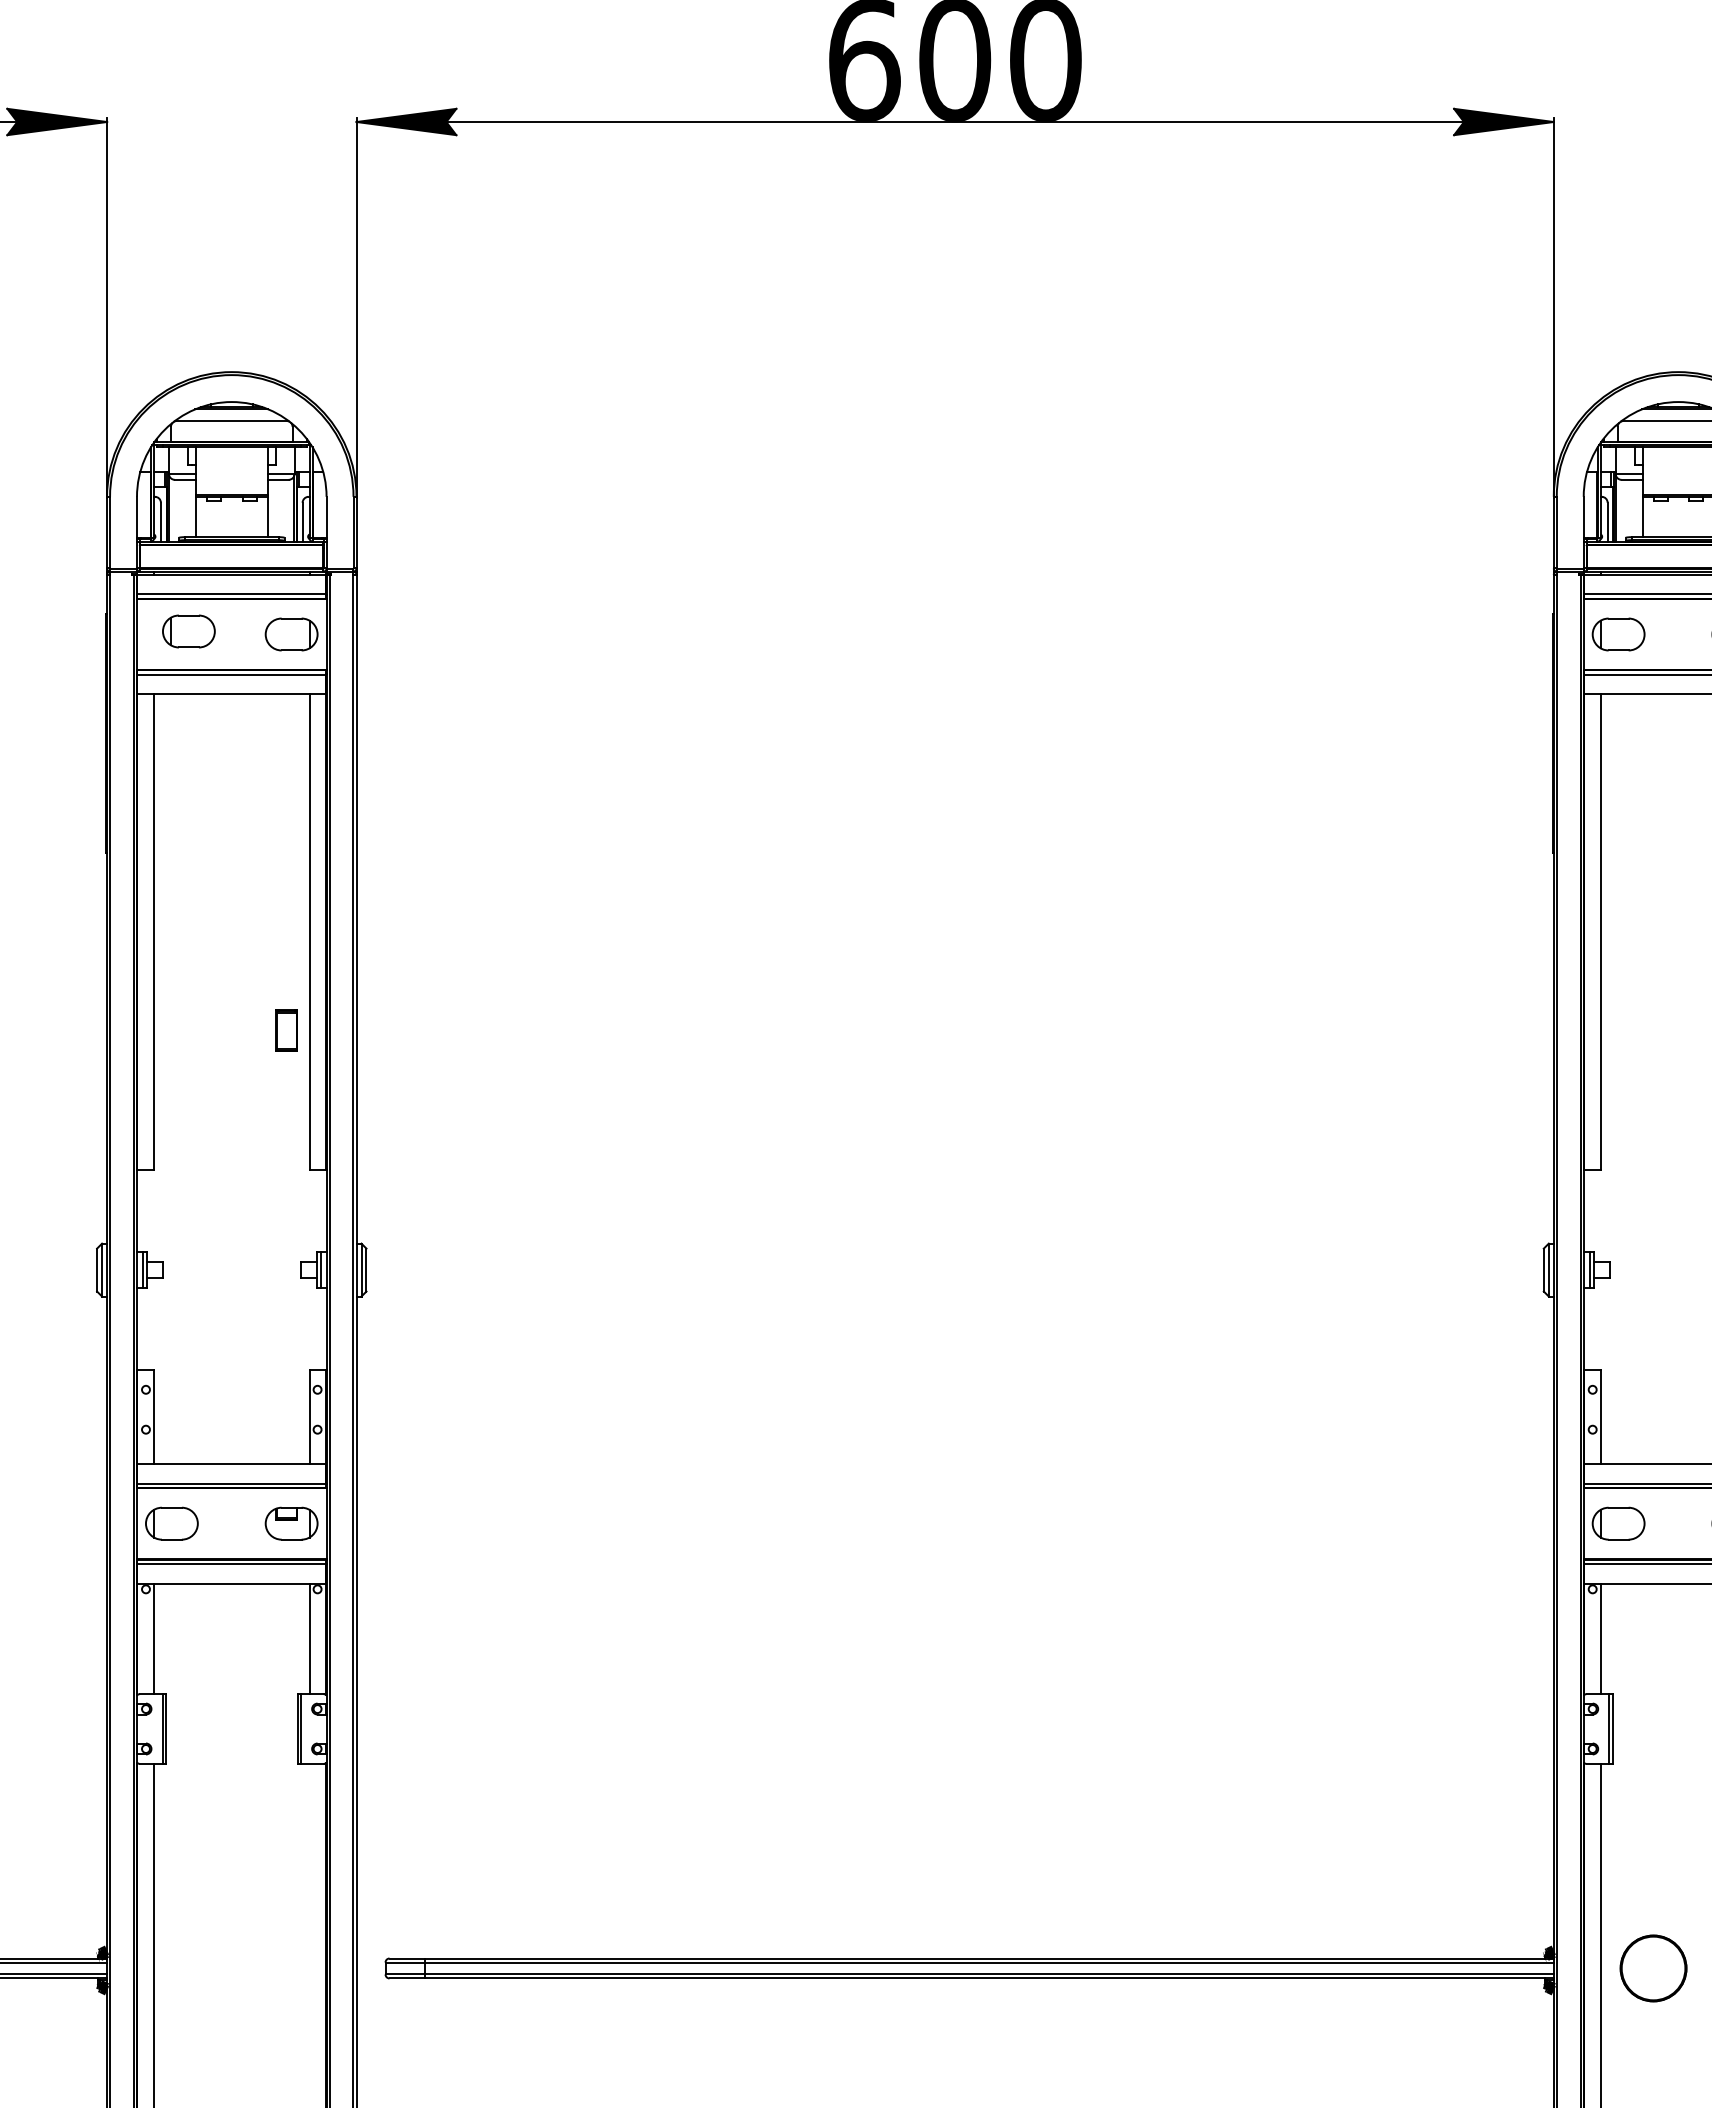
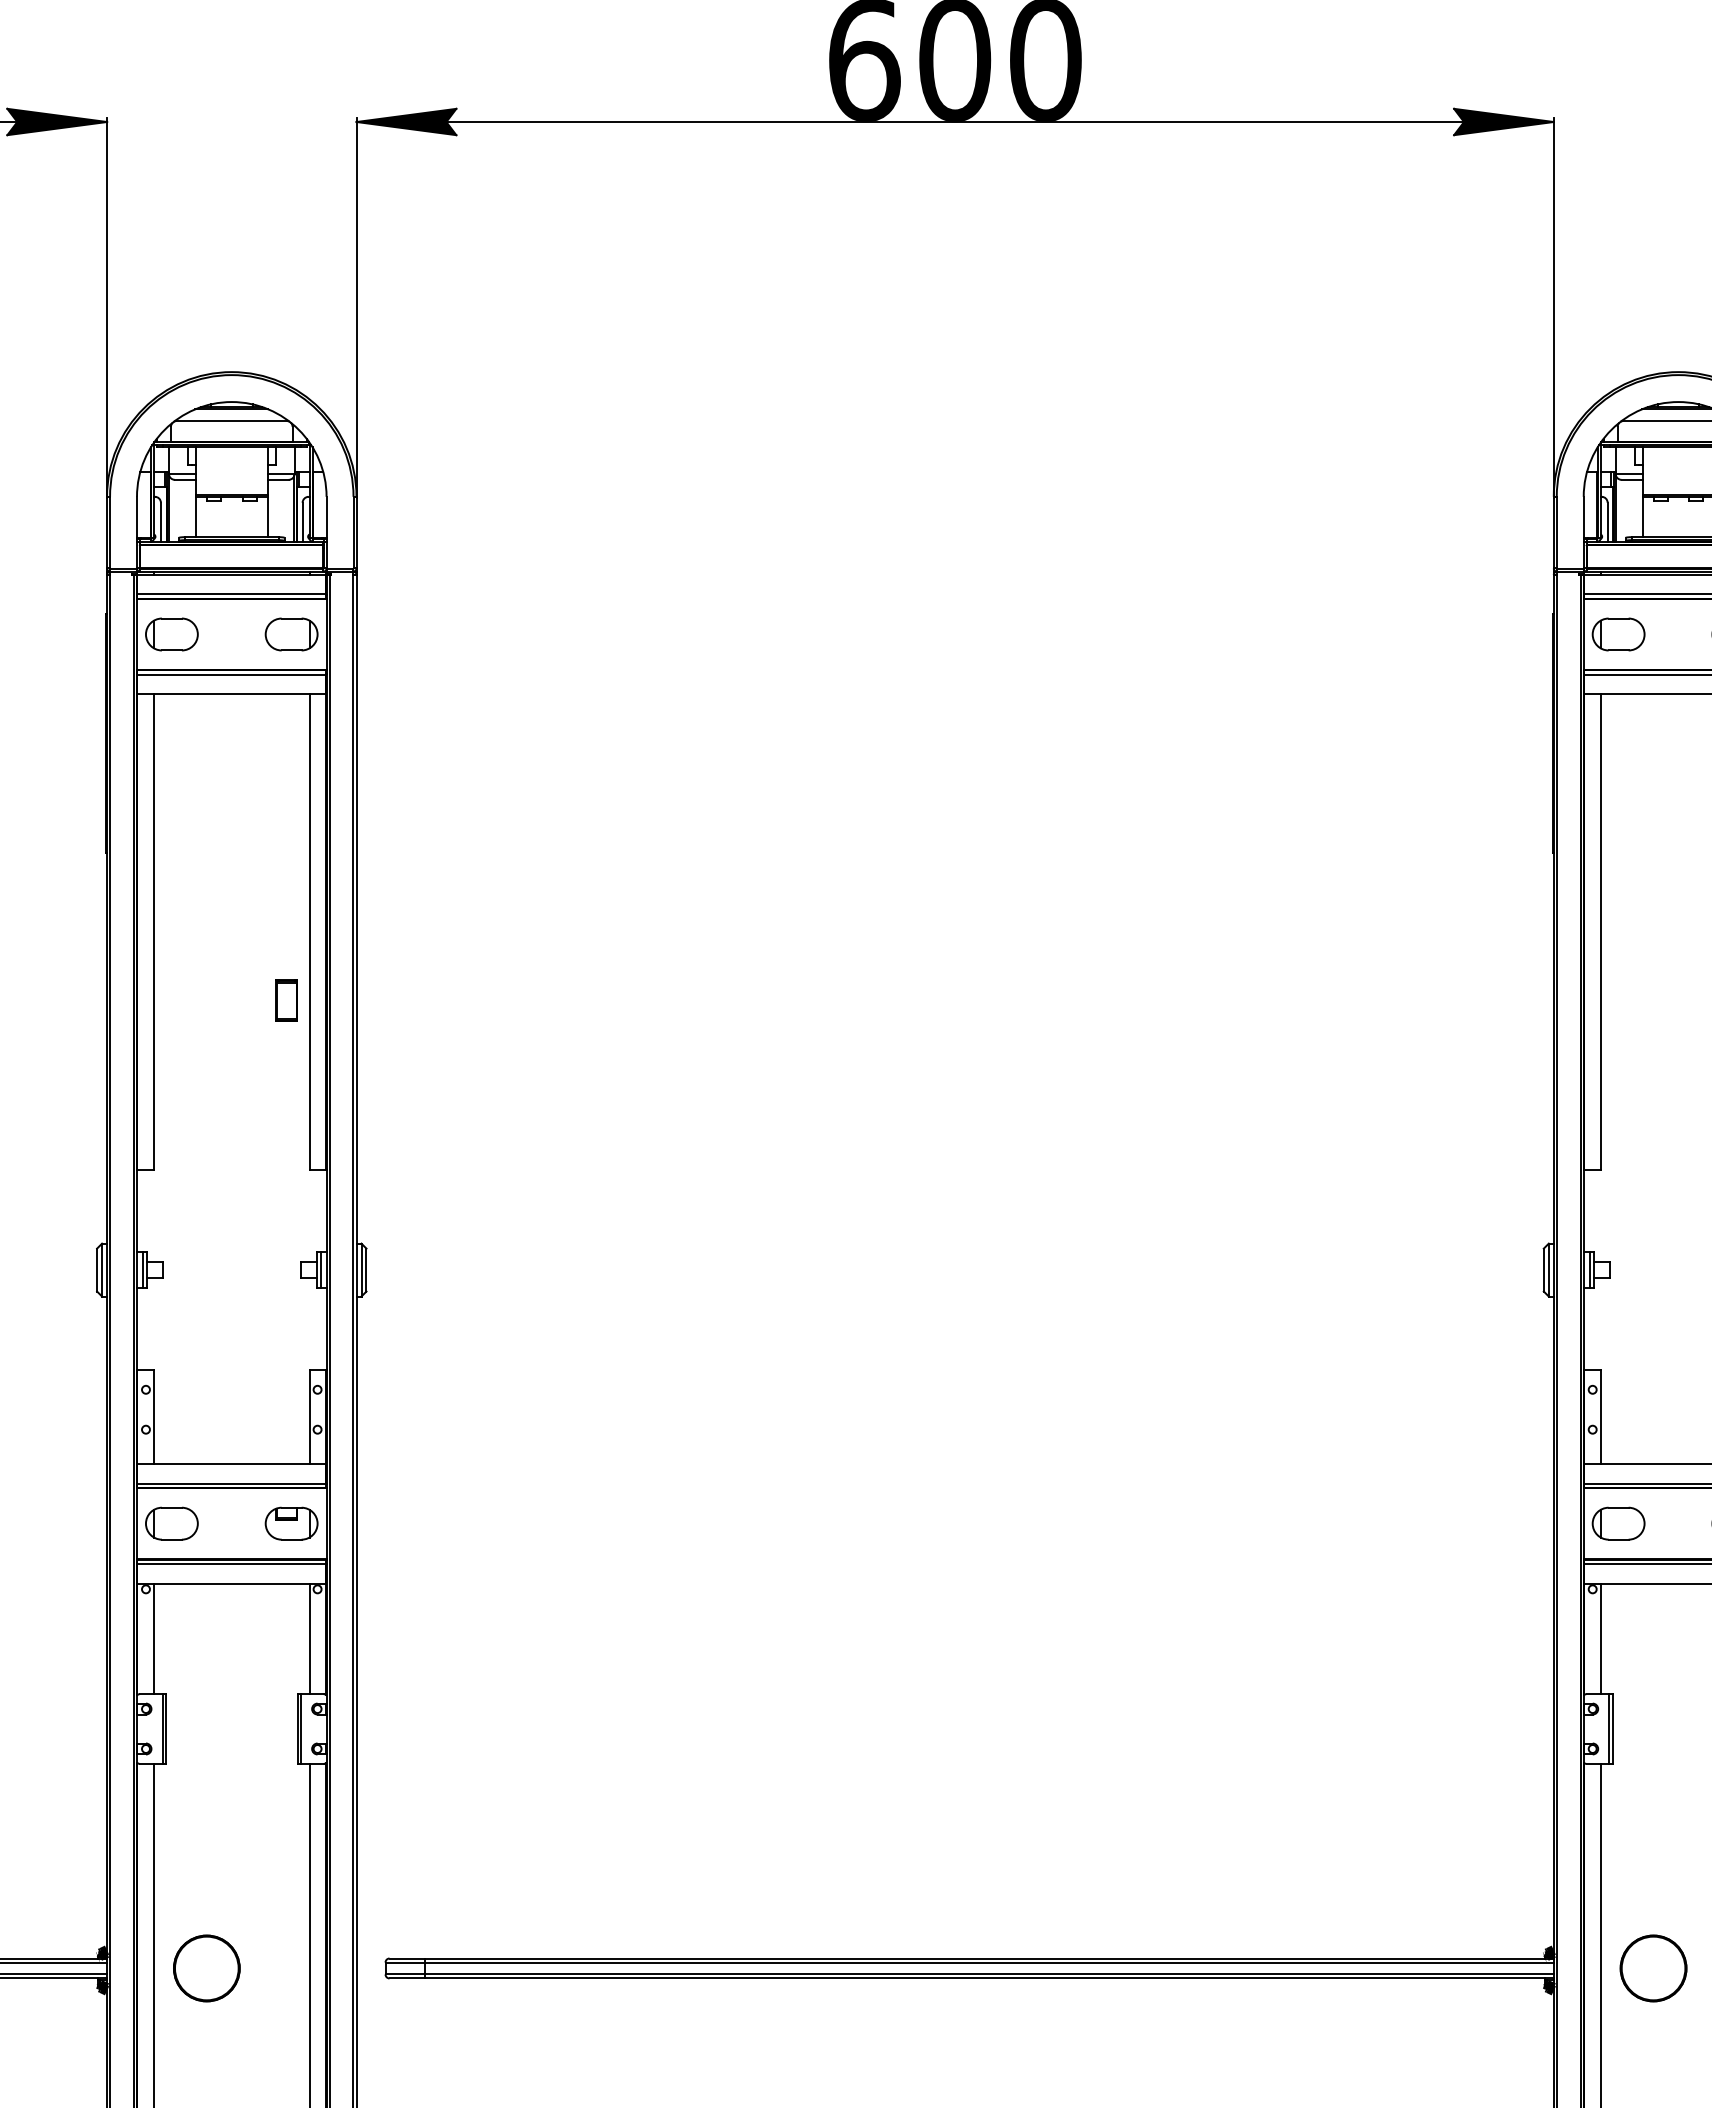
part at (188, 631) position: (188, 631) -> (171, 634)
part at (286, 1030) position: (286, 1030) -> (286, 1000)
line at (309, 1933): none -> present
part at (206, 1968): none -> present
